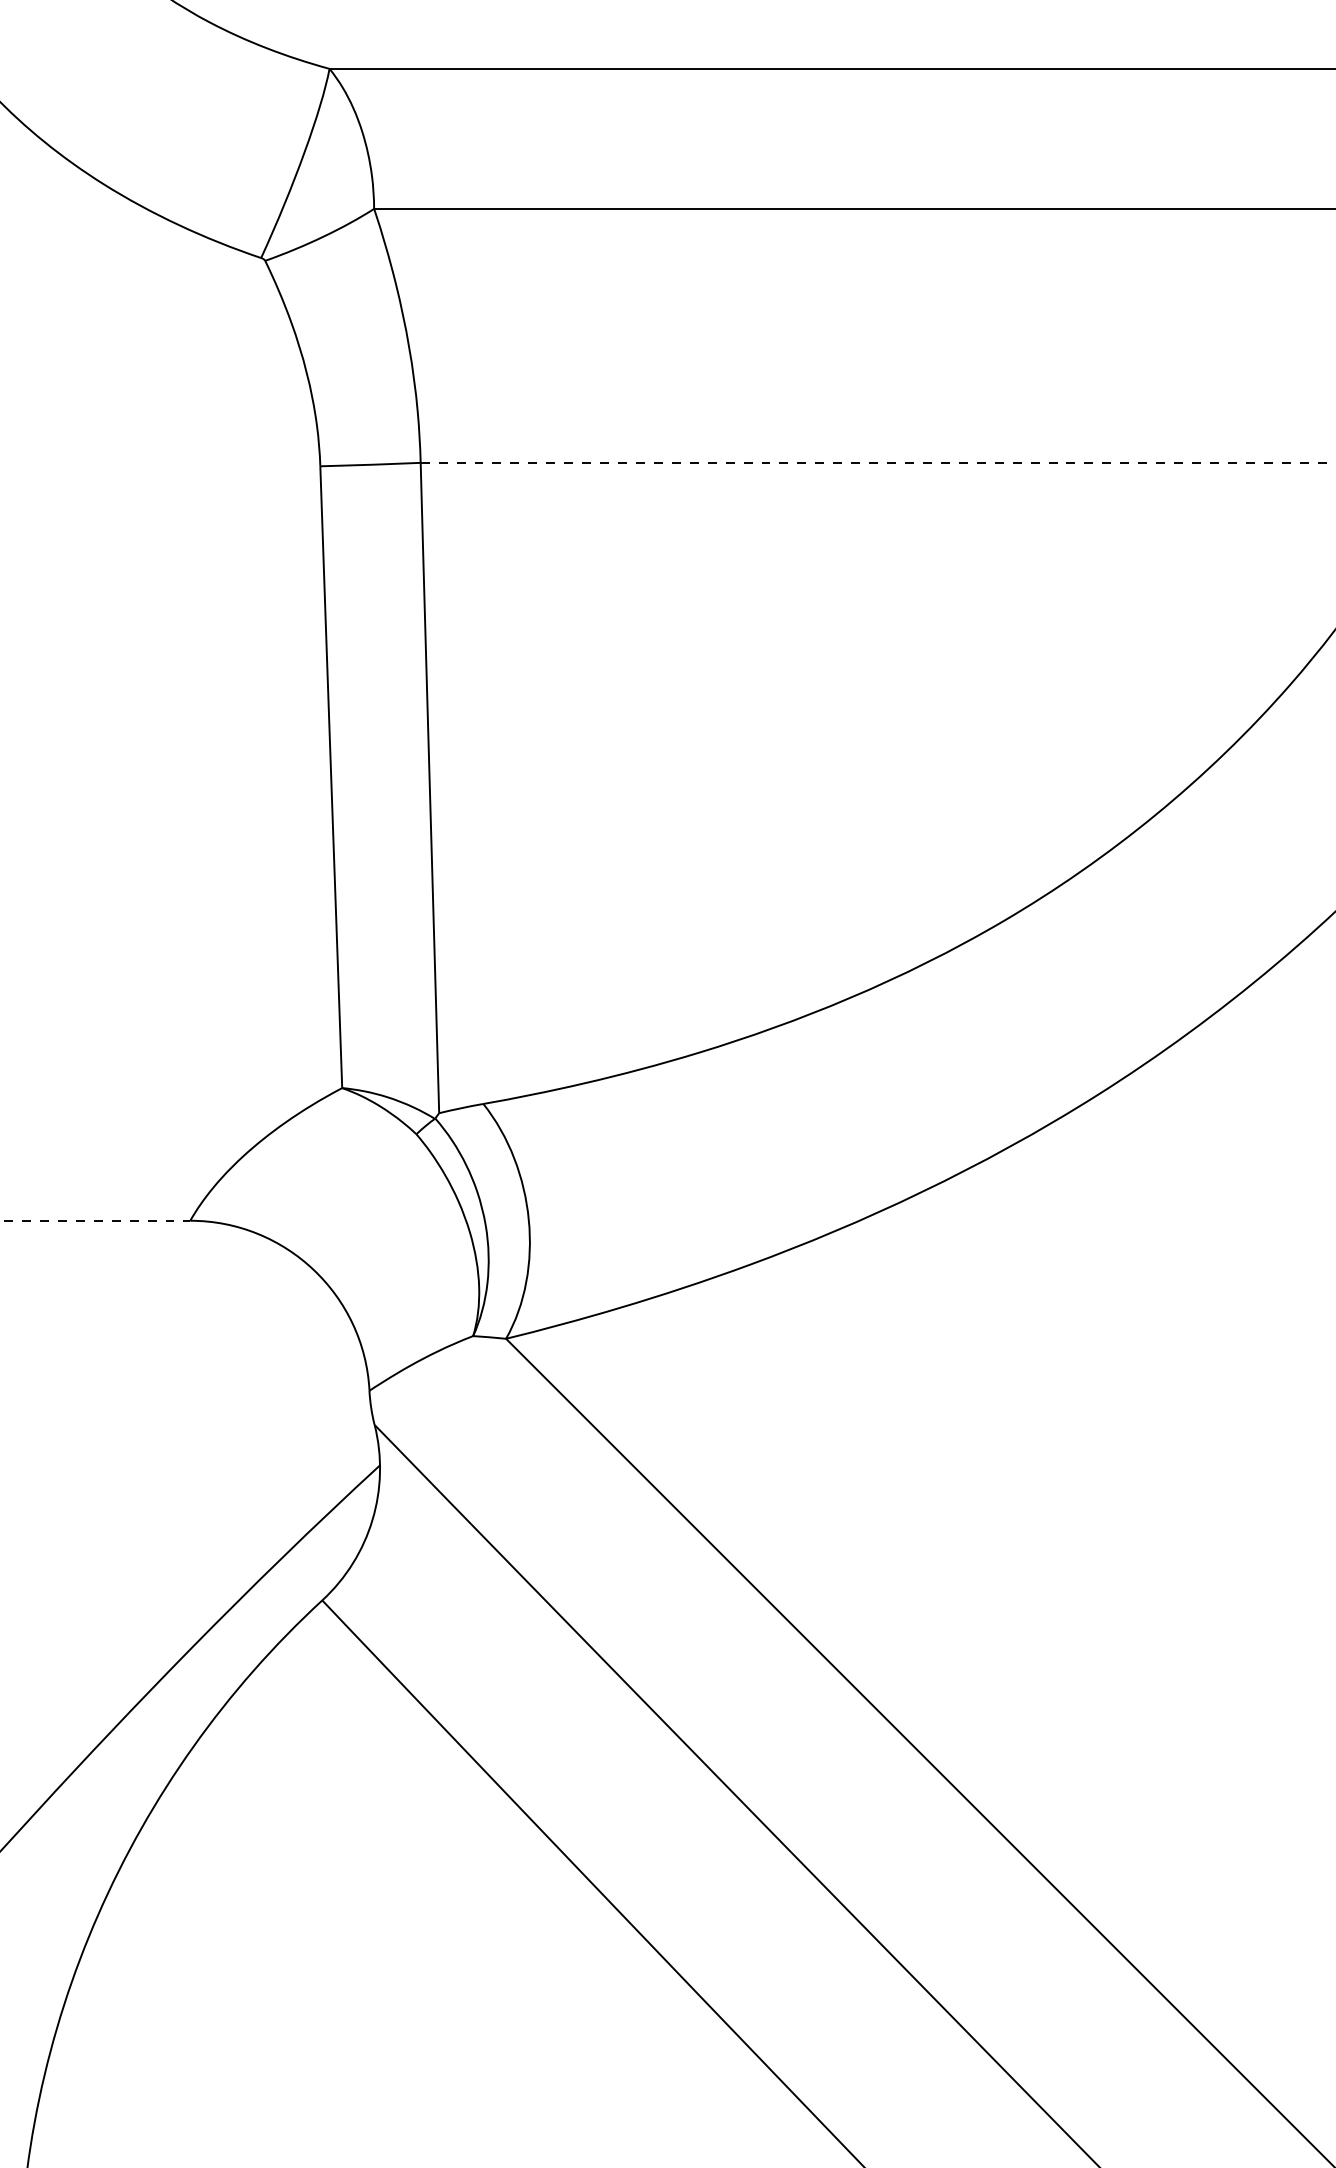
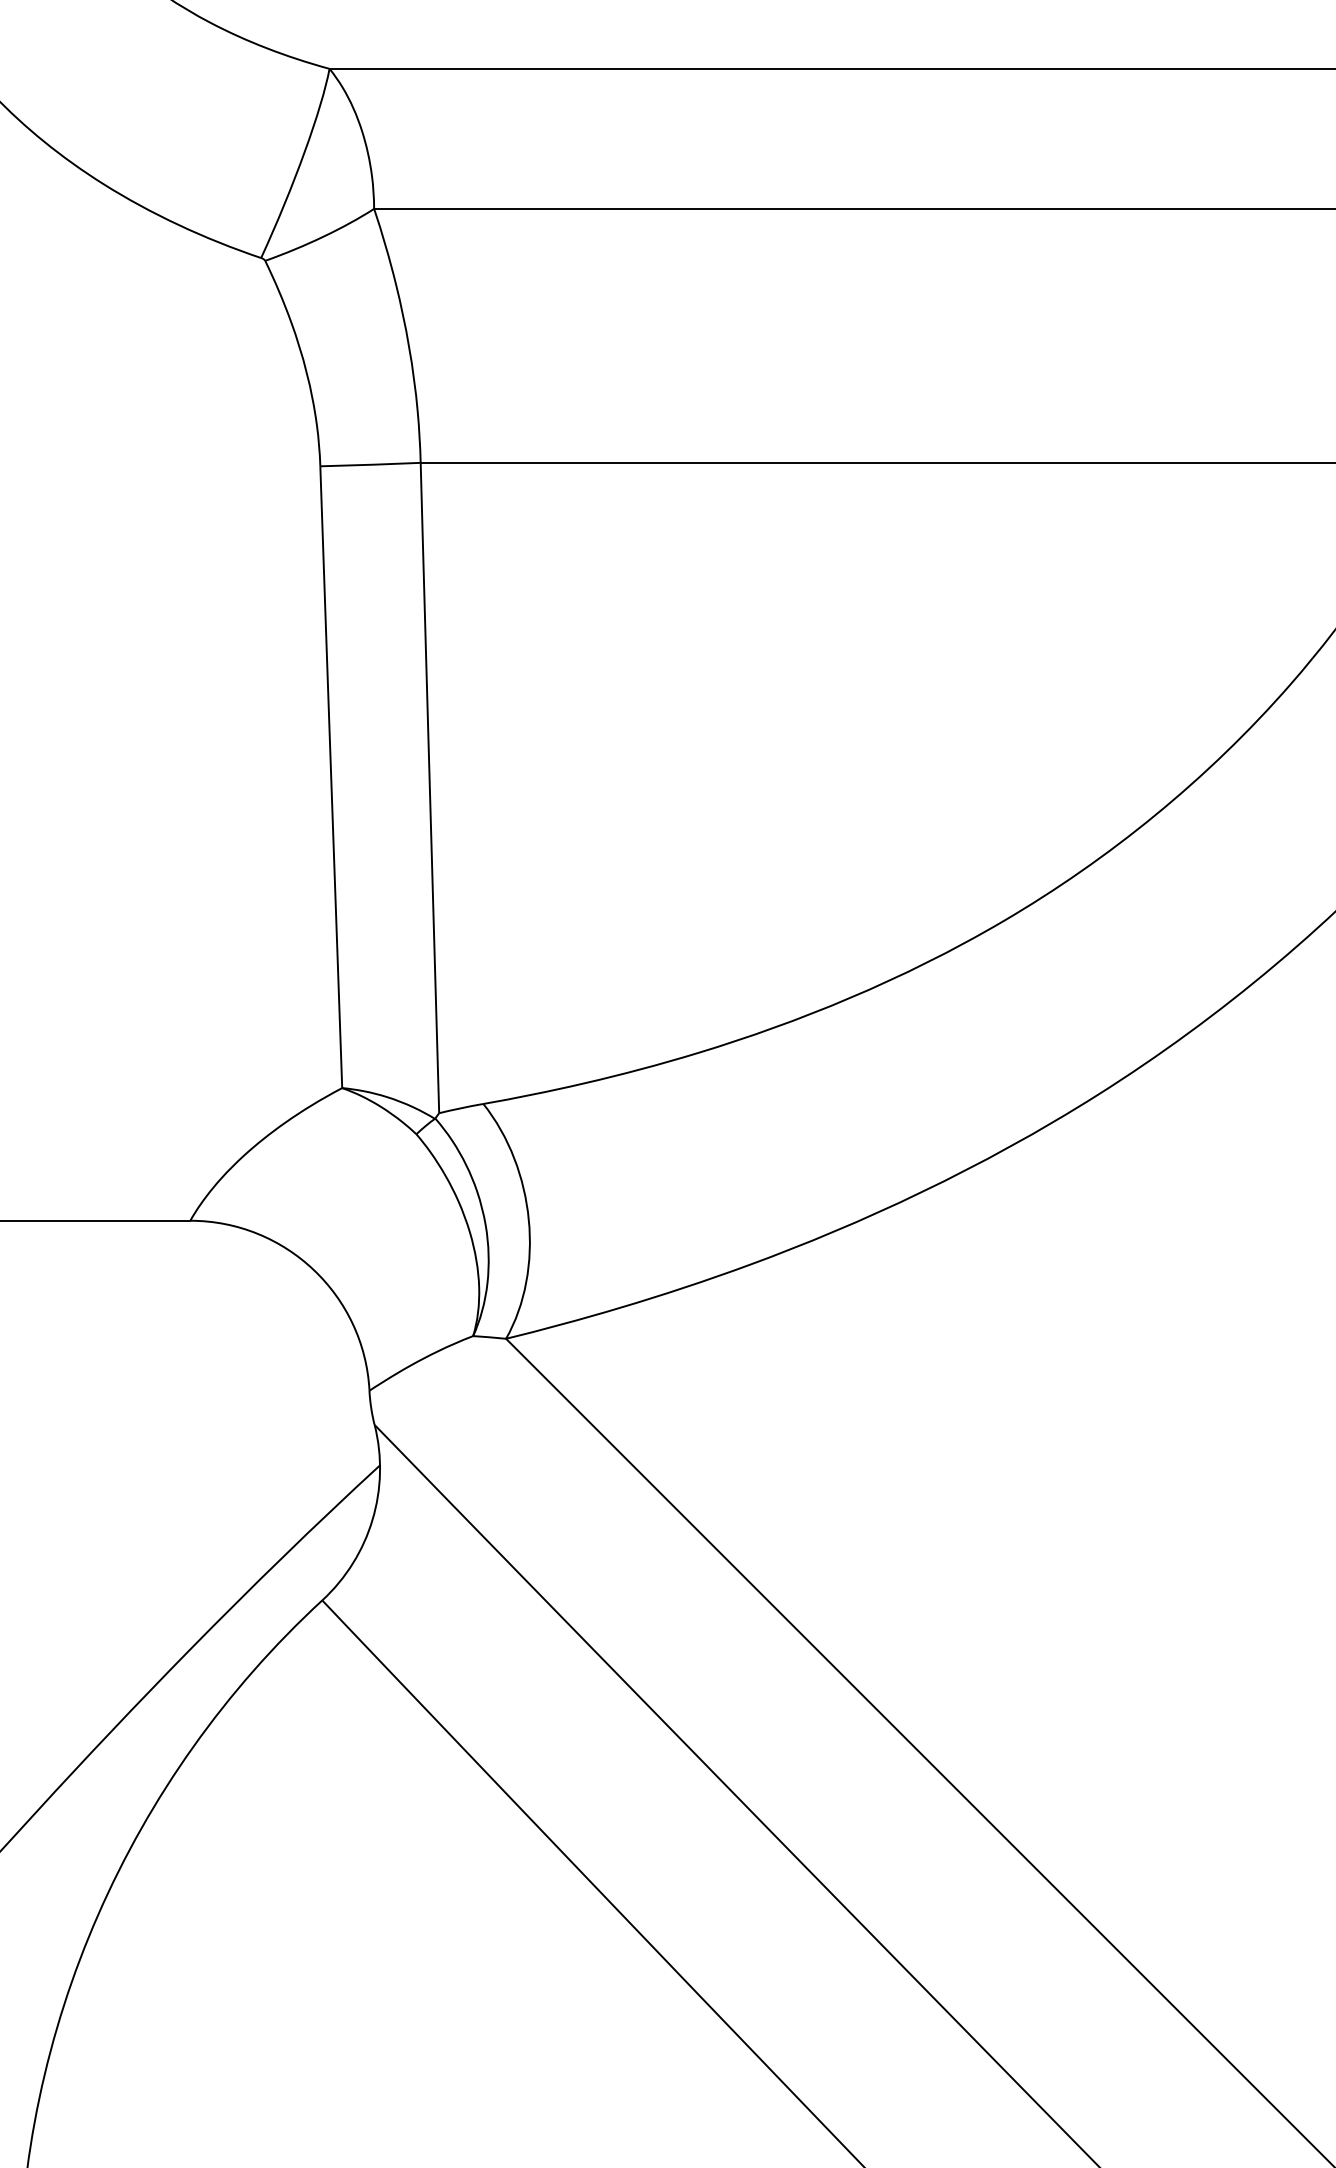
line at (878, 462): dashed -> solid
line at (95, 1220): dashed -> solid
